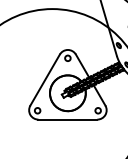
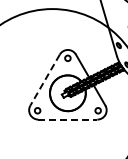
line at (44, 80): solid -> dashed
line at (68, 119): solid -> dashed
